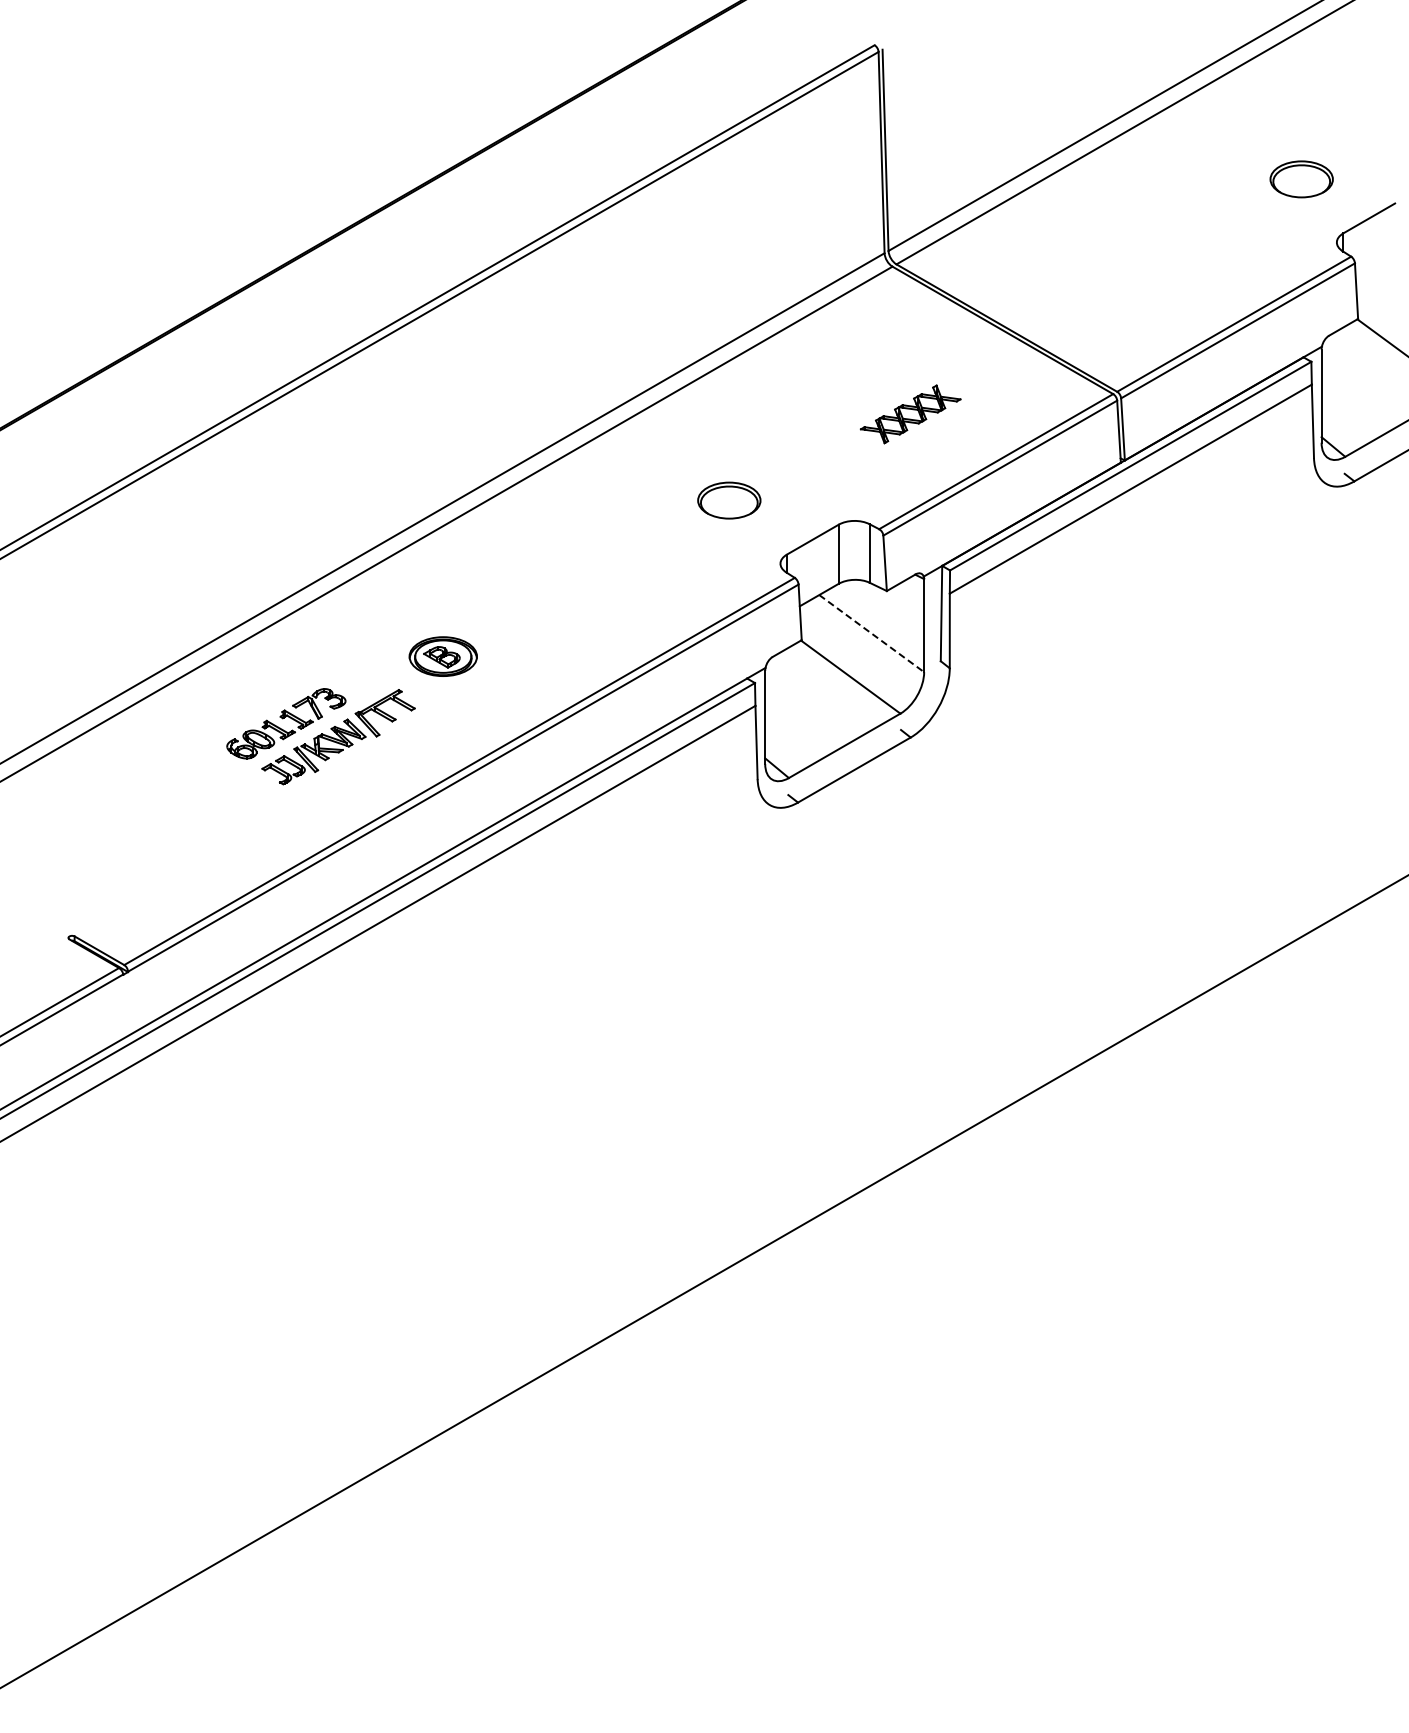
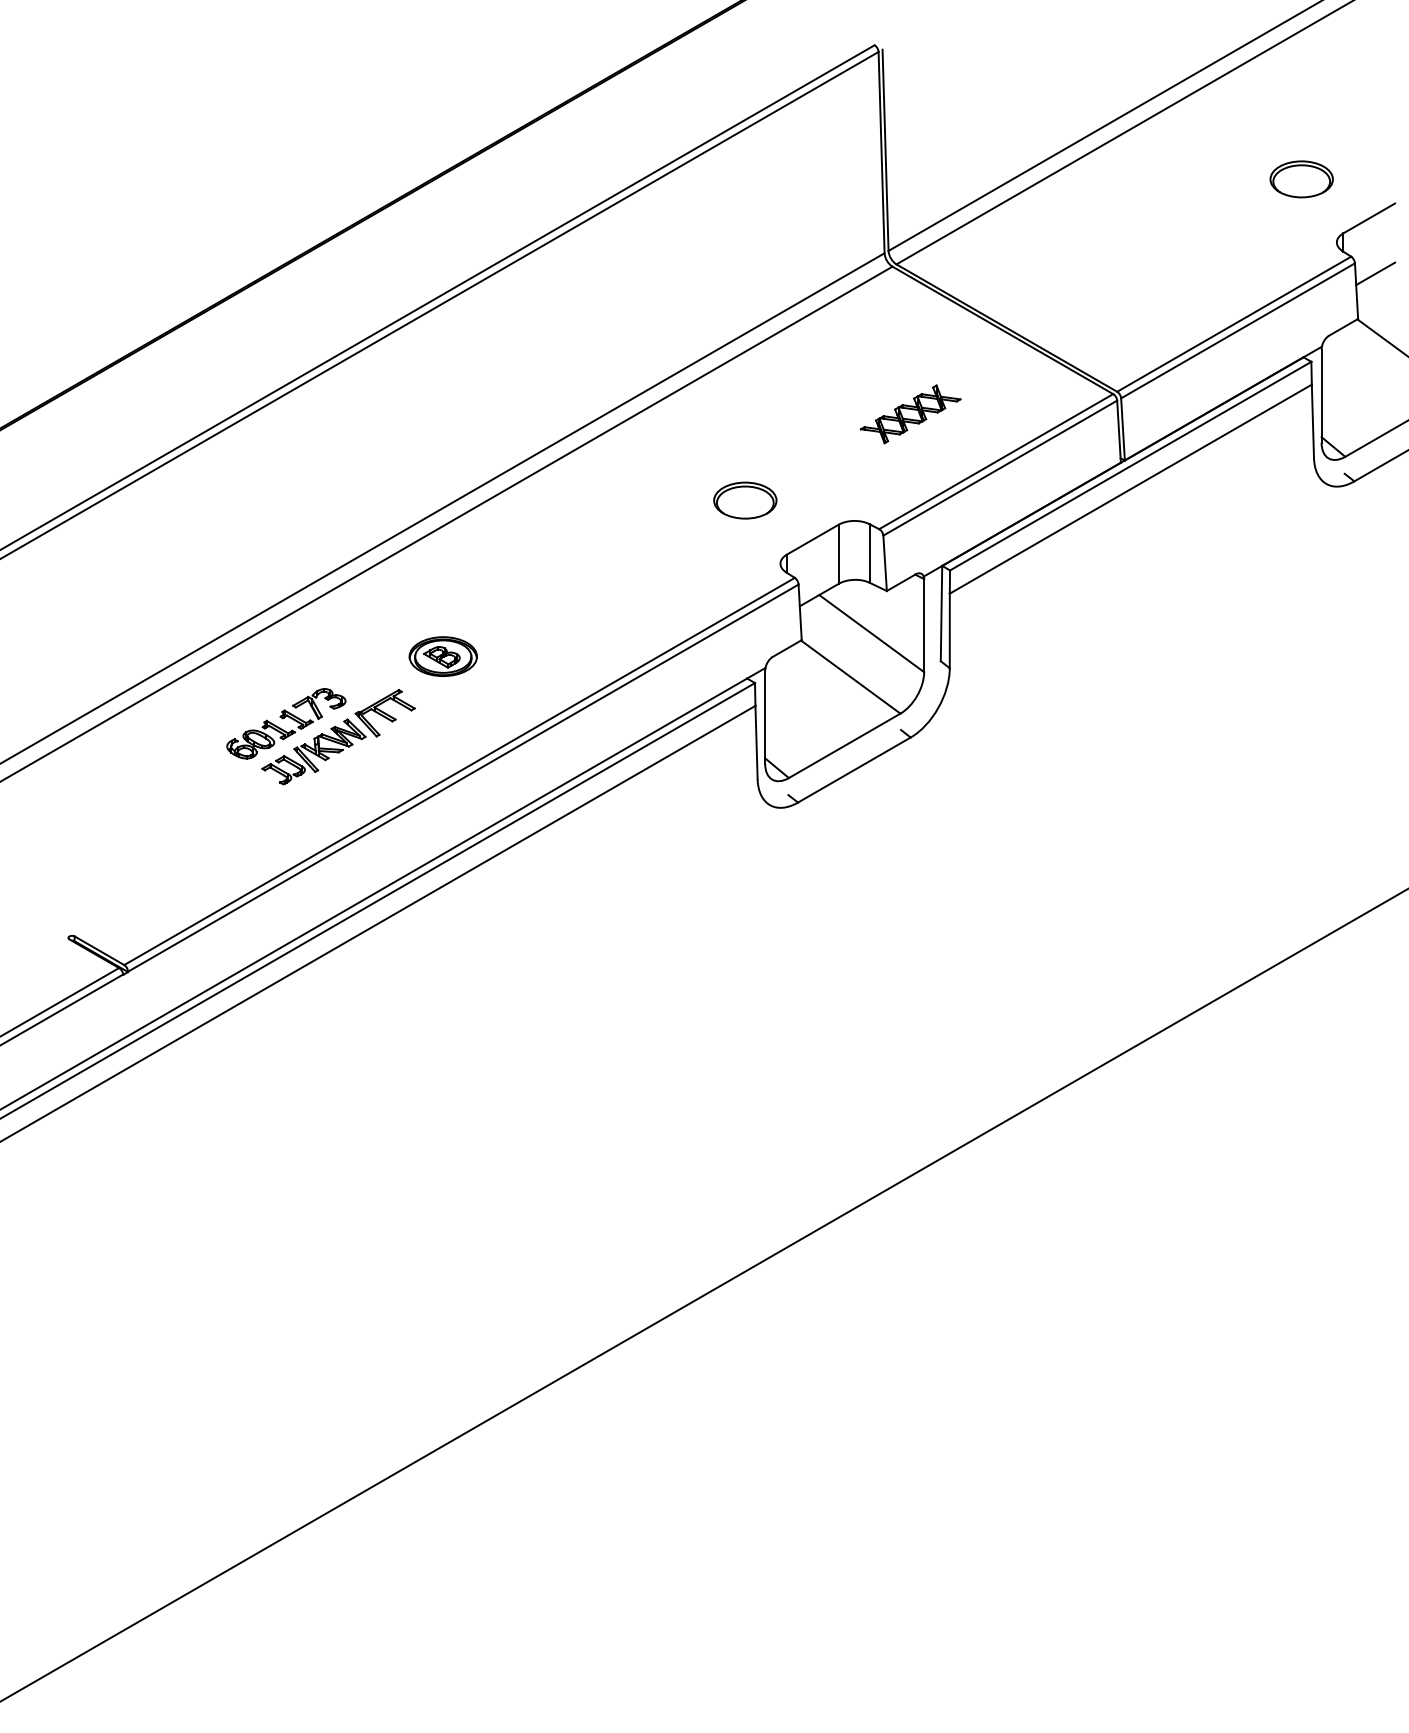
line at (1375, 273): none -> present
part at (729, 500) position: (729, 500) -> (745, 500)
line at (872, 633): dashed -> solid
line at (703, 1282) position: (703, 1282) -> (703, 1295)
